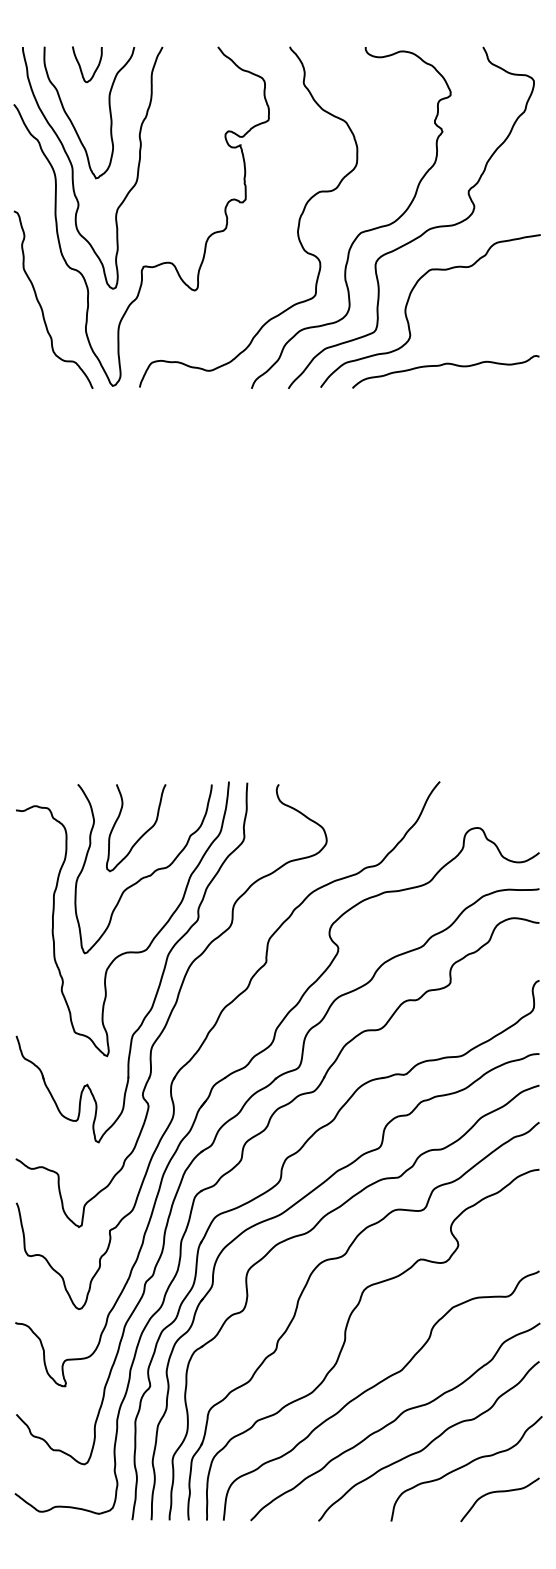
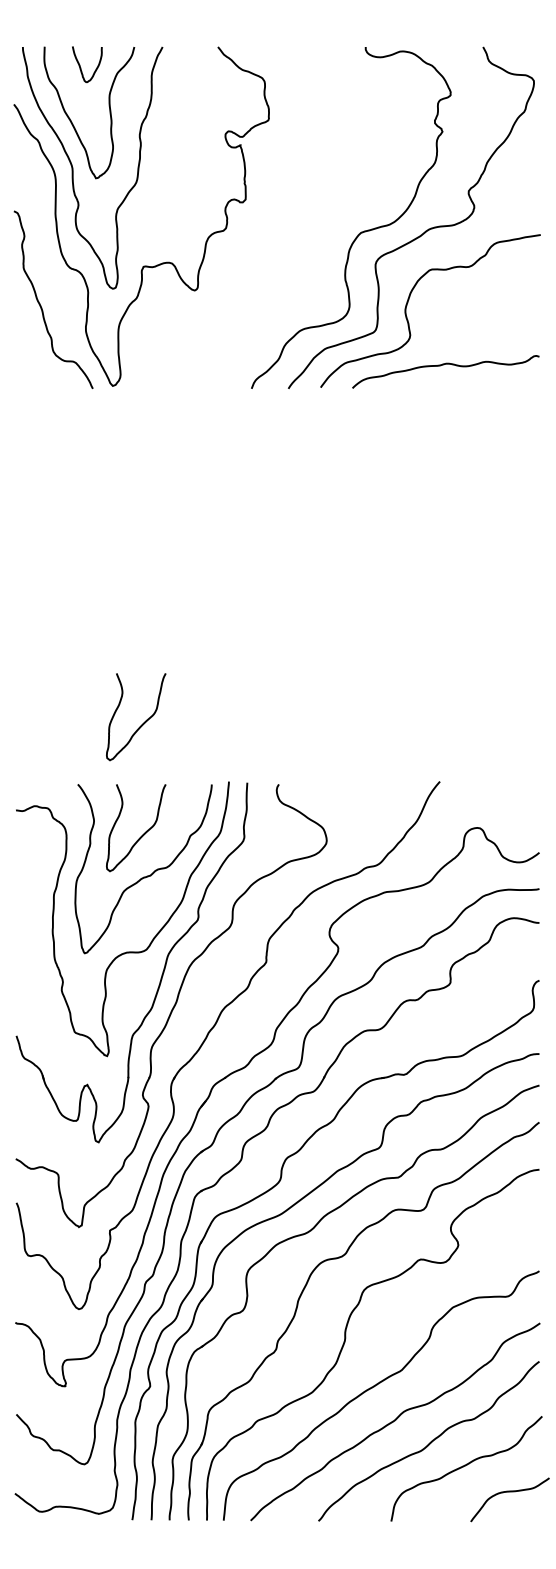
curve at (297, 226): present -> none
curve at (142, 723): none -> present
curve at (499, 1492) position: (499, 1492) -> (509, 1492)
